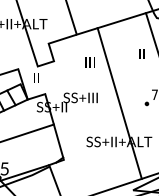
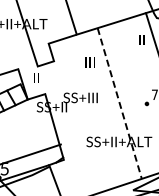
text at (141, 53) position: (141, 53) -> (141, 39)
line at (119, 103): solid -> dashed
line at (27, 132) position: (27, 132) -> (31, 153)
